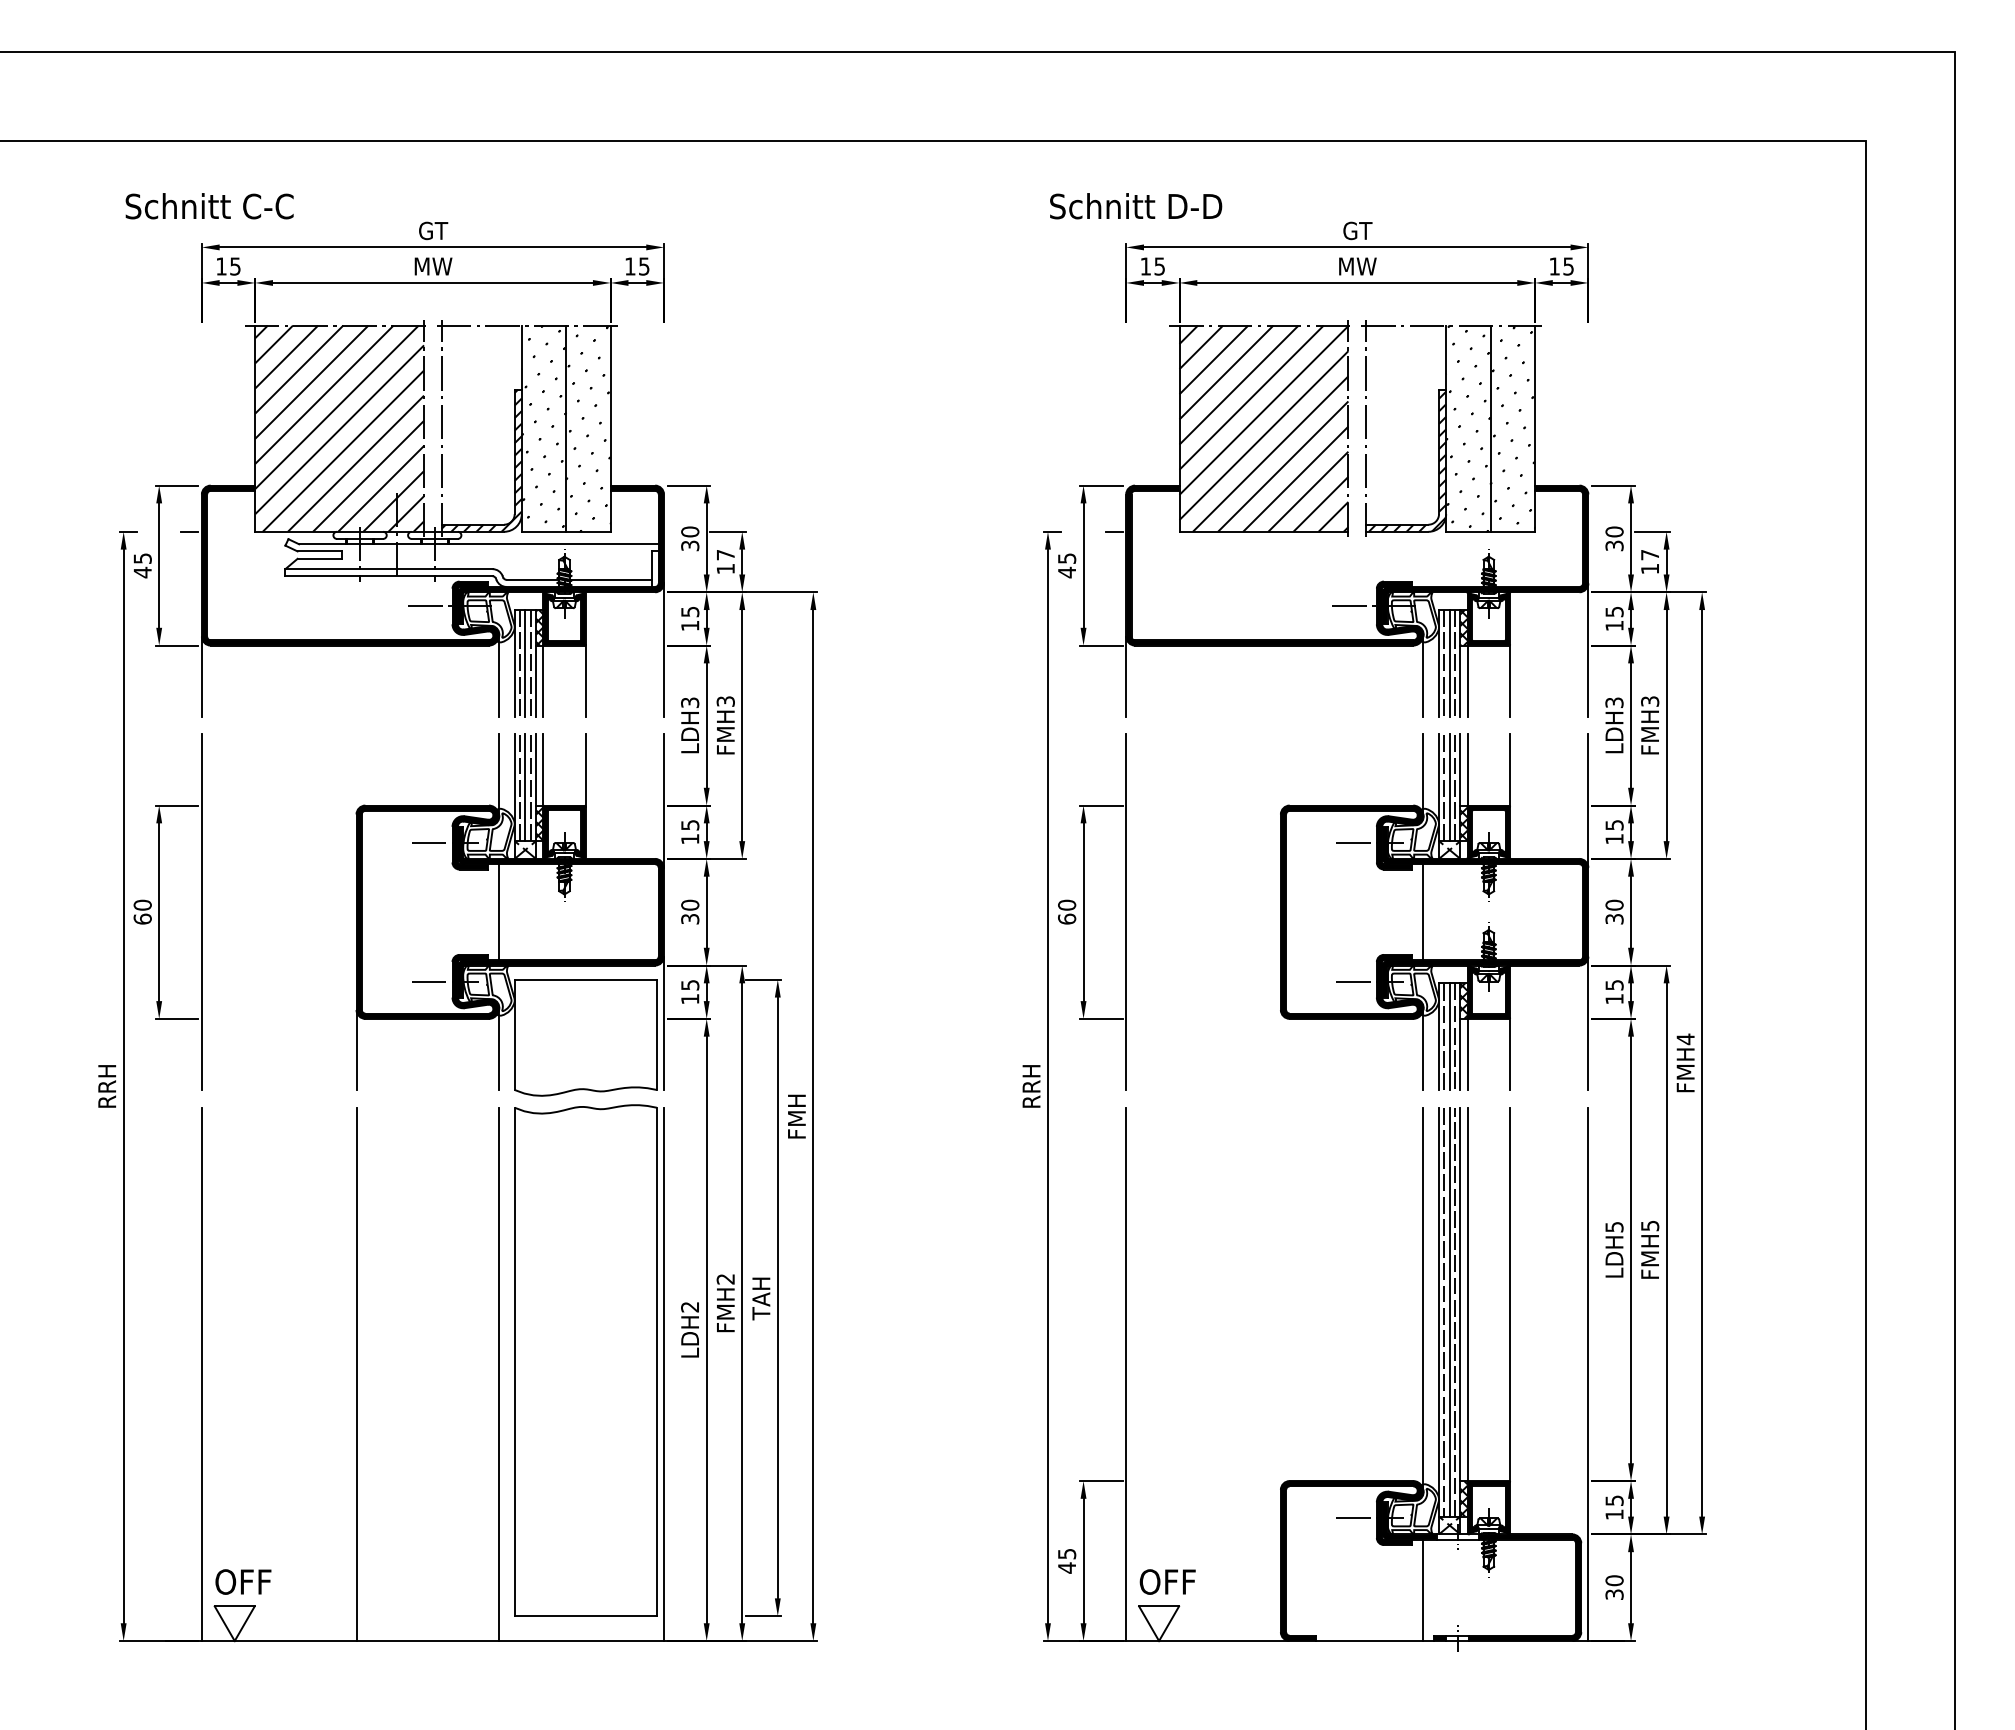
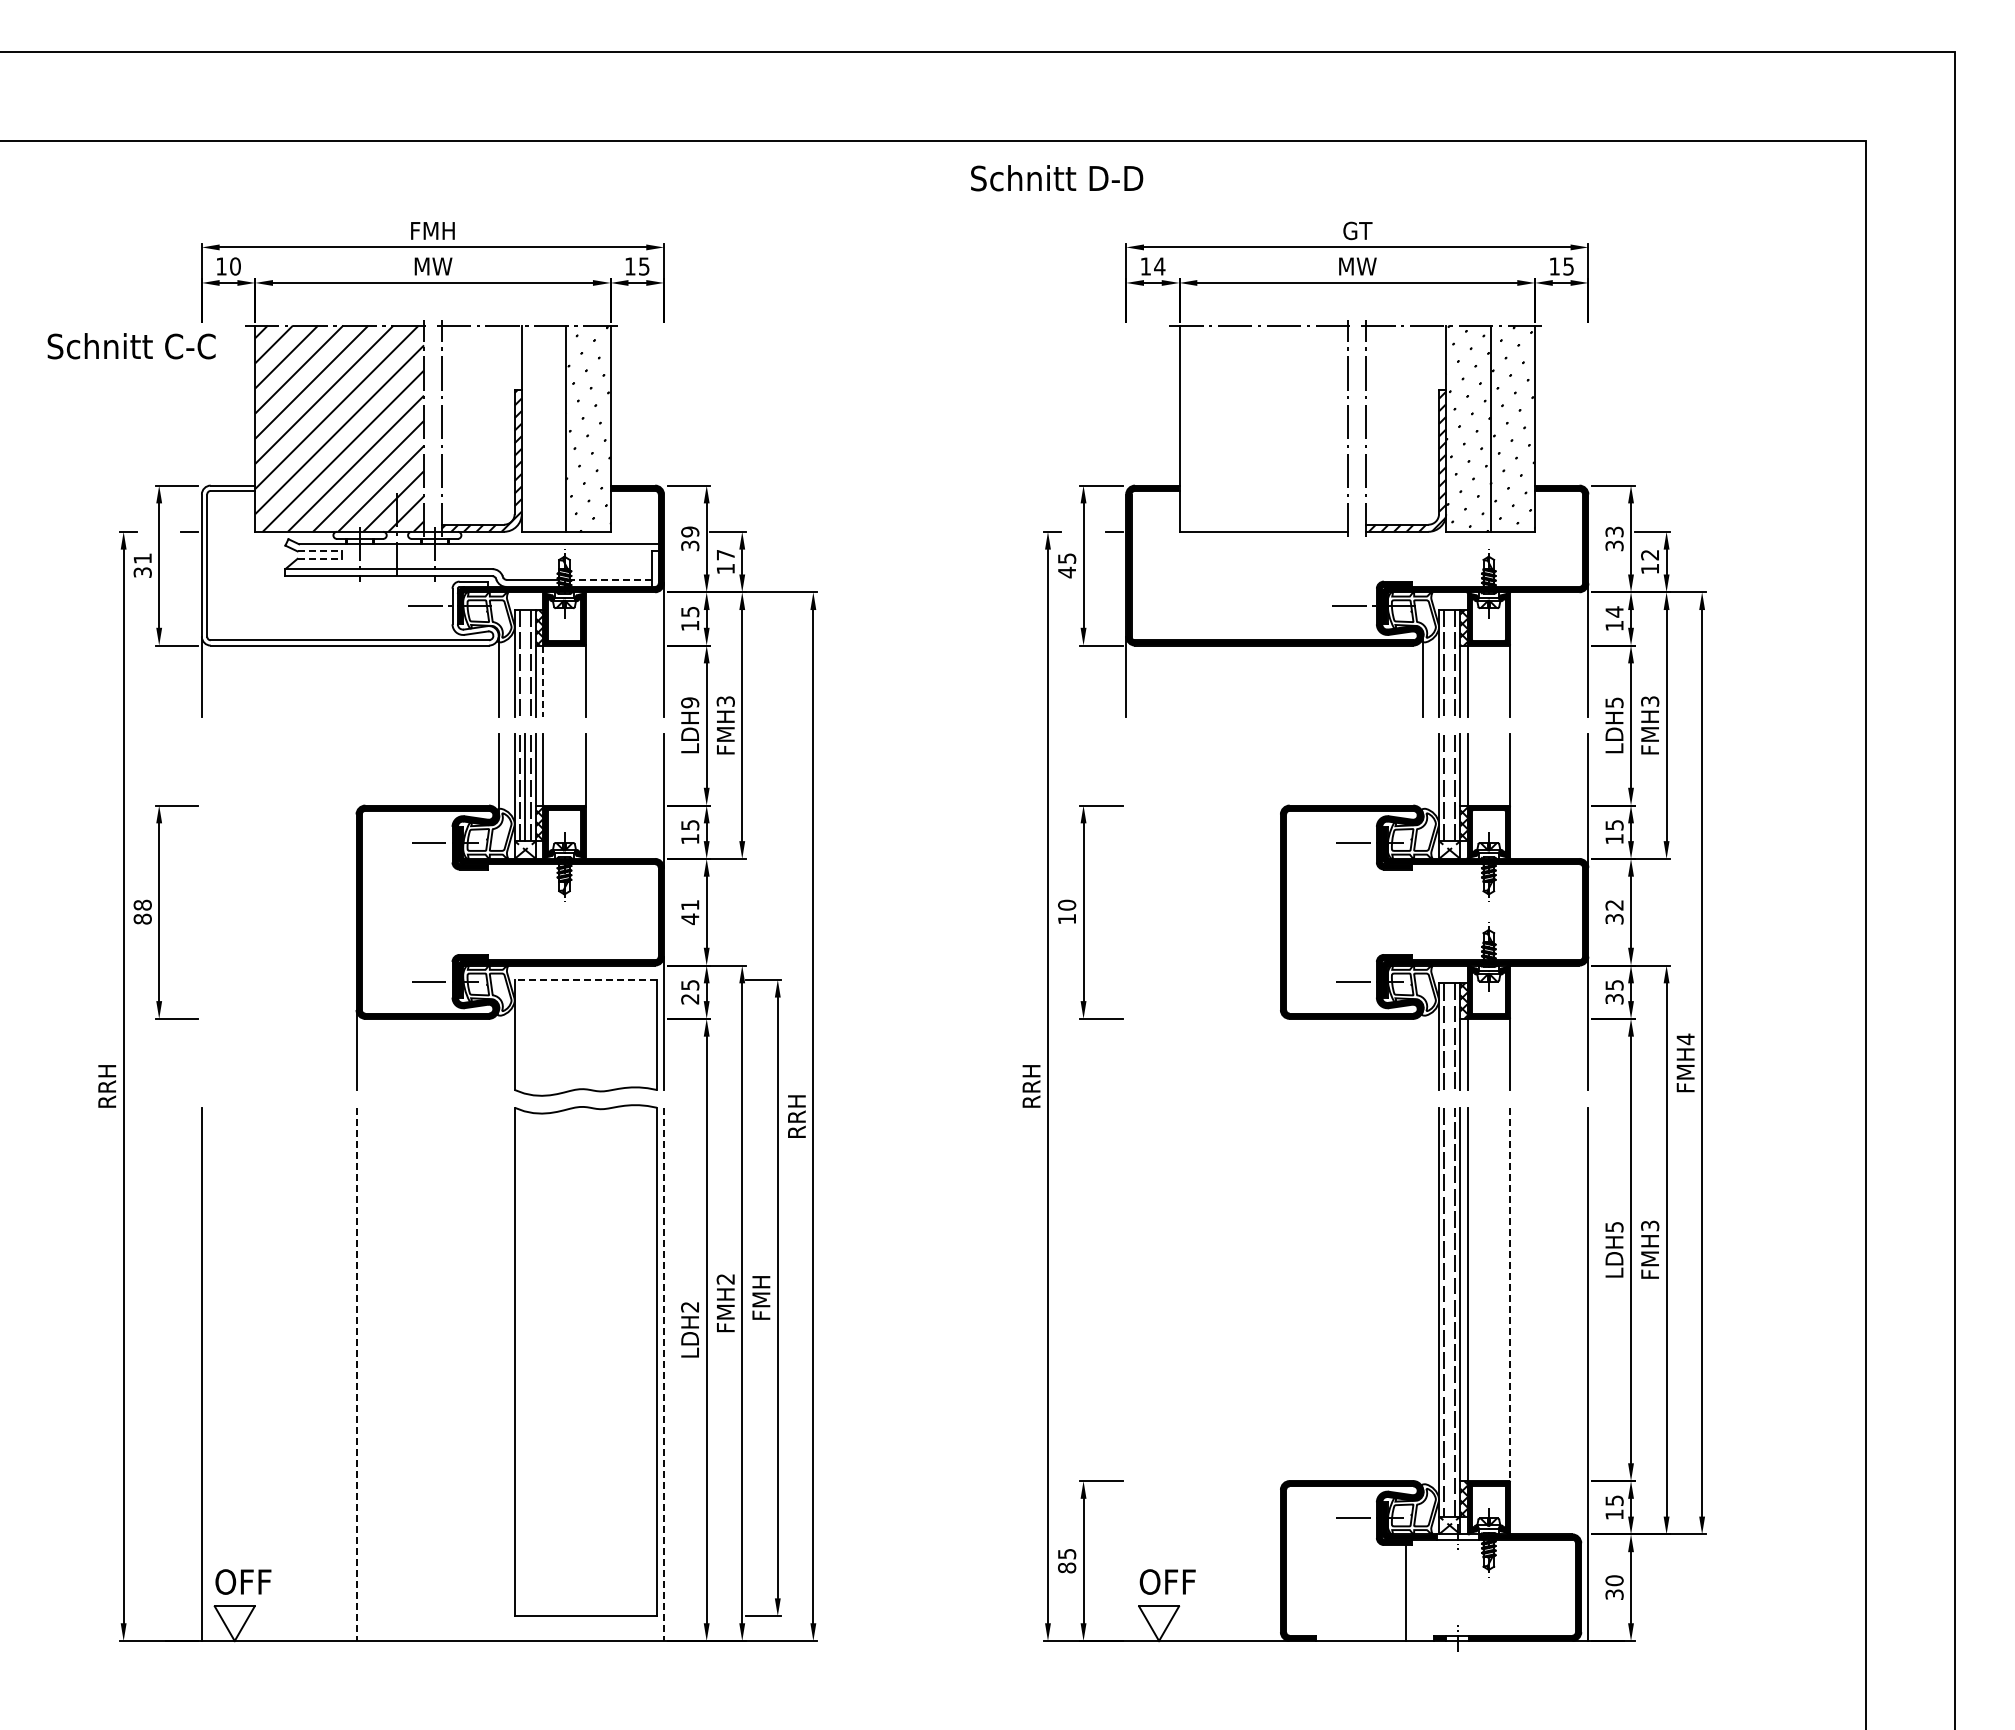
text at (209, 206) position: (209, 206) -> (131, 346)
text at (1136, 206) position: (1136, 206) -> (1057, 178)
text at (432, 230): GT -> FMH
text at (235, 266): 15 -> 10
text at (1159, 266): 15 -> 14
hatch at (543, 426): present -> none
hatch at (1263, 428): present -> none
text at (690, 531): 30 -> 39
text at (1614, 531): 30 -> 33
line at (320, 551): solid -> dashed
text at (1649, 555): 17 -> 12
line at (320, 558): solid -> dashed
text at (142, 565): 45 -> 31
fill at (349, 565): present -> none
line at (610, 579): solid -> dashed
text at (1614, 611): 15 -> 14
line at (525, 663): present -> none
line at (1449, 663): present -> none
line at (543, 681): solid -> dashed
text at (690, 702): LDH3 -> LDH9
text at (1613, 702): LDH3 -> LDH5
line at (1423, 774): present -> none
line at (1449, 787): present -> none
text at (1614, 904): 30 -> 32
text at (142, 911): 60 -> 88
line at (201, 911): present -> none
line at (1126, 911): present -> none
line at (498, 912): present -> none
text at (690, 912): 30 -> 41
line at (1423, 912): present -> none
text at (1067, 918): 60 -> 10
line at (585, 979): solid -> dashed
text at (689, 999): 15 -> 25
text at (1614, 999): 15 -> 35
line at (1449, 1036): present -> none
line at (498, 1049): present -> none
line at (1423, 1049): present -> none
text at (796, 1116): FMH -> RRH
text at (1649, 1225): FMH5 -> FMH3
line at (1510, 1295): solid -> dashed
text at (761, 1298): TAH -> FMH
line at (1423, 1298): present -> none
line at (1449, 1311): present -> none
line at (356, 1374): solid -> dashed
line at (498, 1374): present -> none
line at (664, 1374): solid -> dashed
line at (1126, 1374): present -> none
text at (1067, 1567): 45 -> 85
line at (1423, 1590) position: (1423, 1590) -> (1406, 1590)
